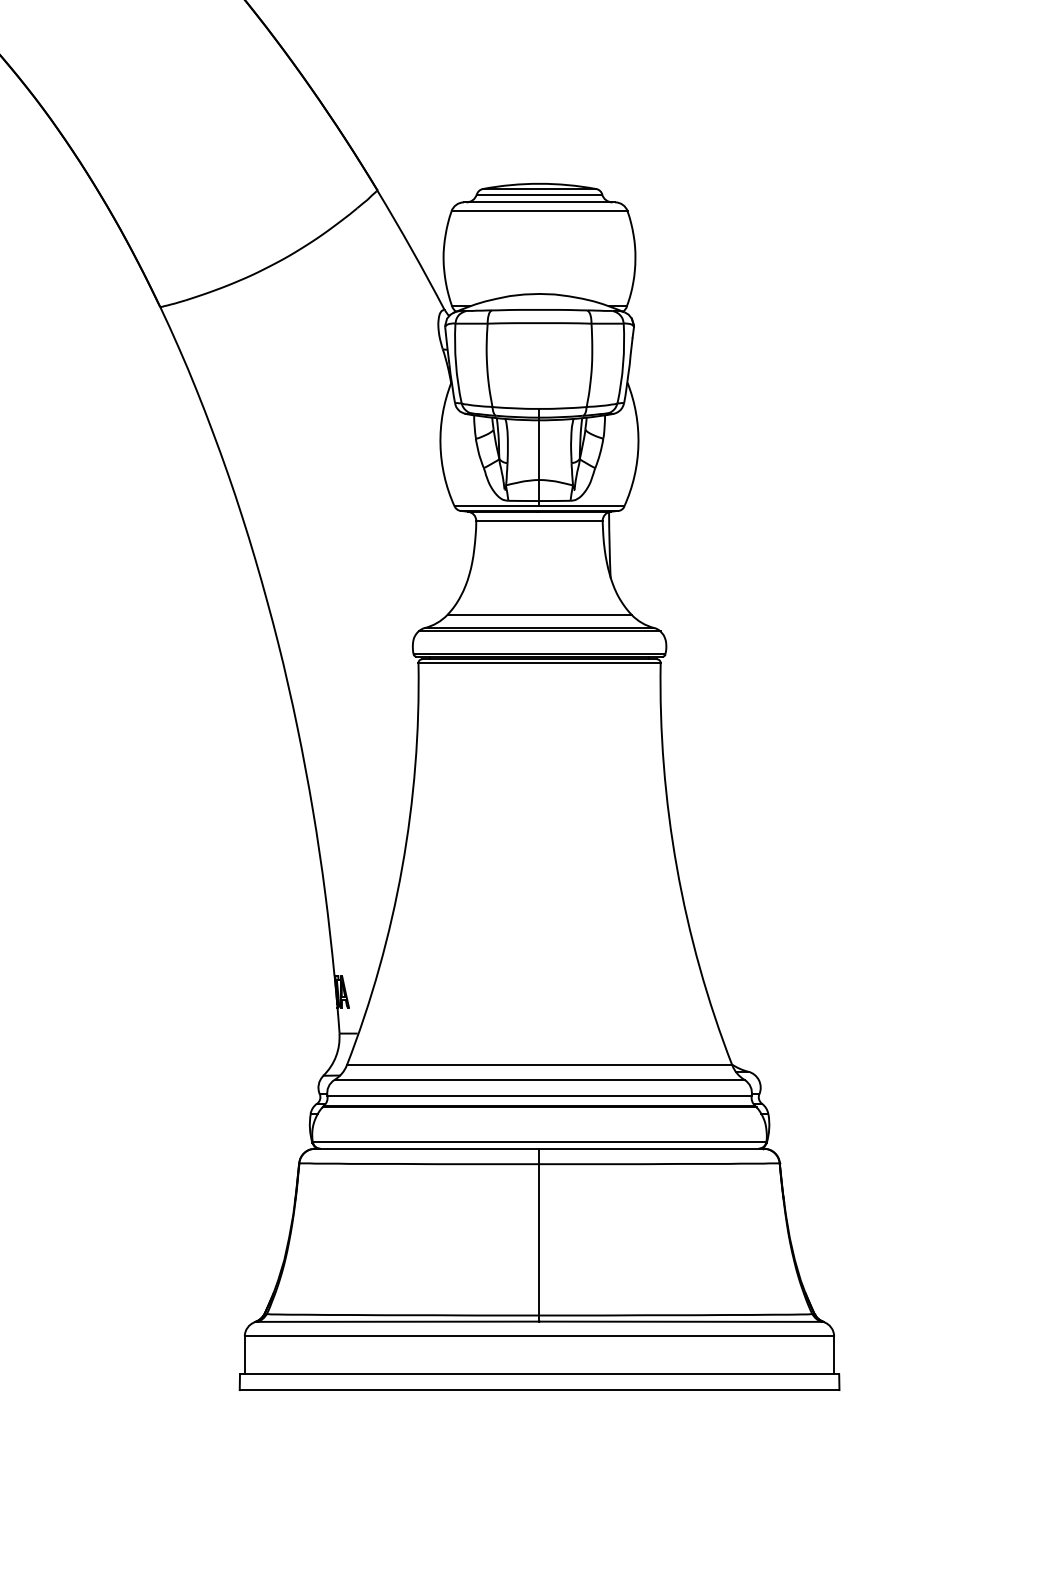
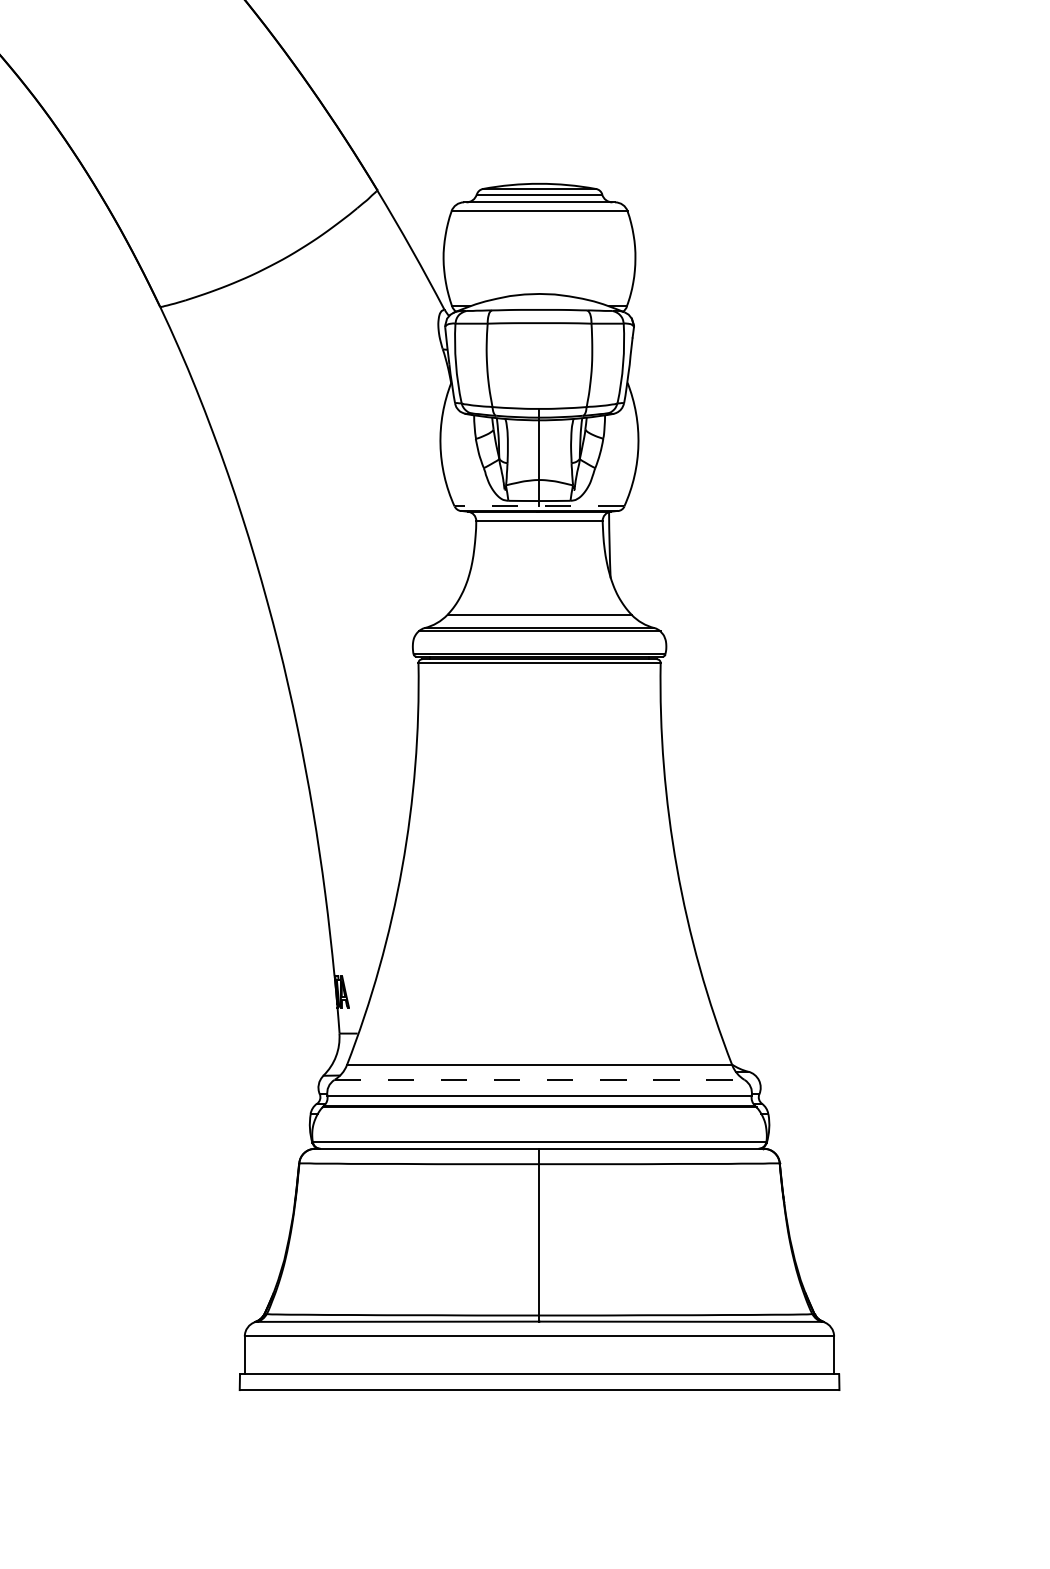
line at (539, 506): solid -> dashed
line at (540, 1079): solid -> dashed
